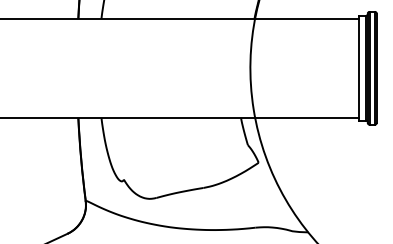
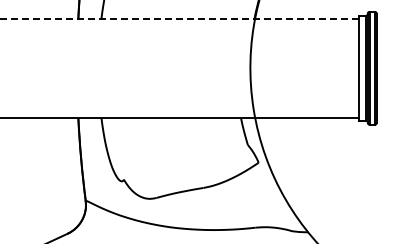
line at (179, 18): solid -> dashed
